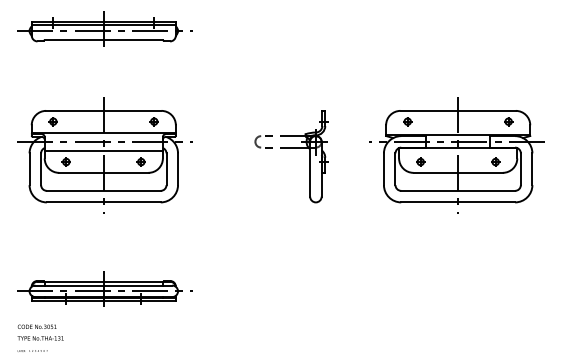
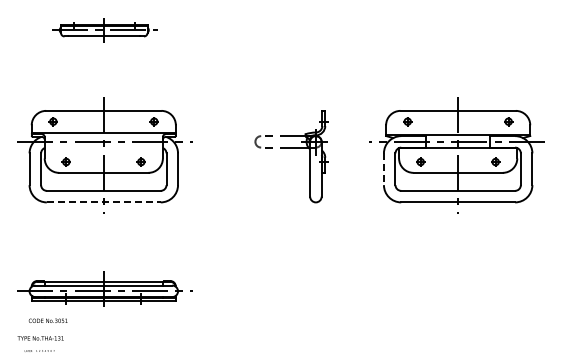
part at (104, 28) size: 176x36 px -> 106x25 px
line at (103, 151): present -> none
line at (383, 169): solid -> dashed
line at (103, 202): solid -> dashed
text at (36, 326) position: (36, 326) -> (47, 320)
text at (32, 350) position: (32, 350) -> (39, 350)
